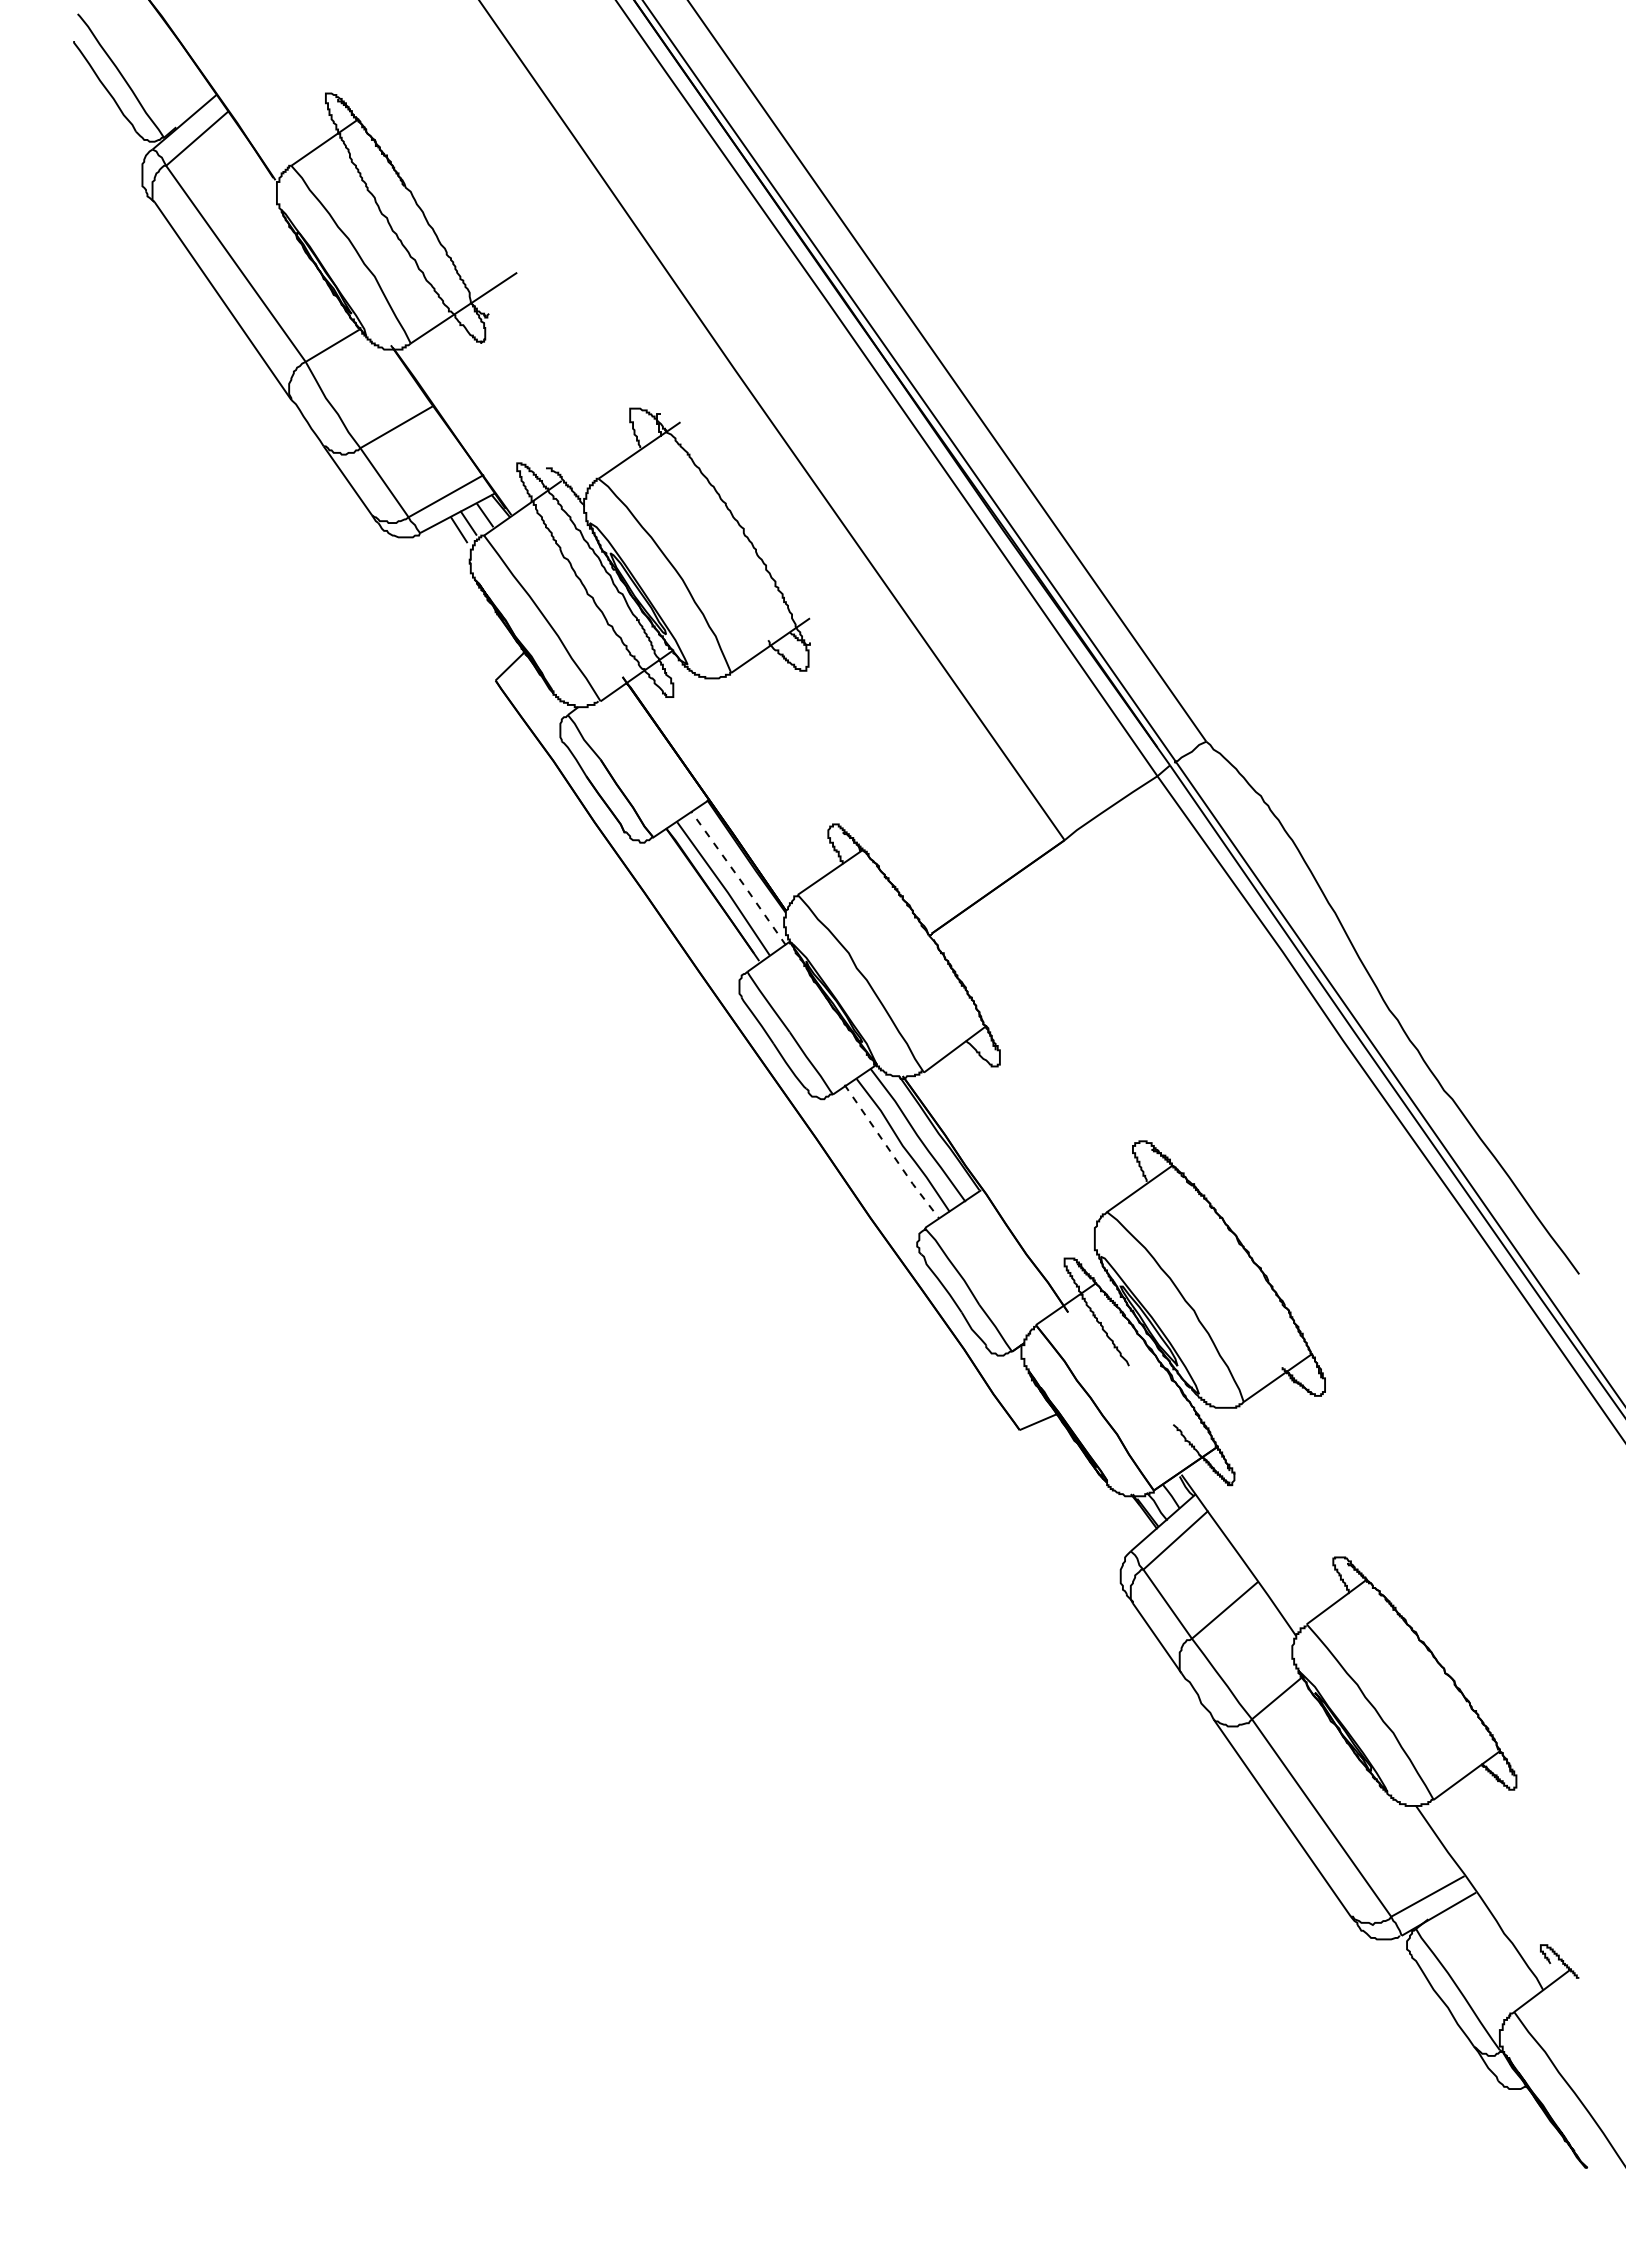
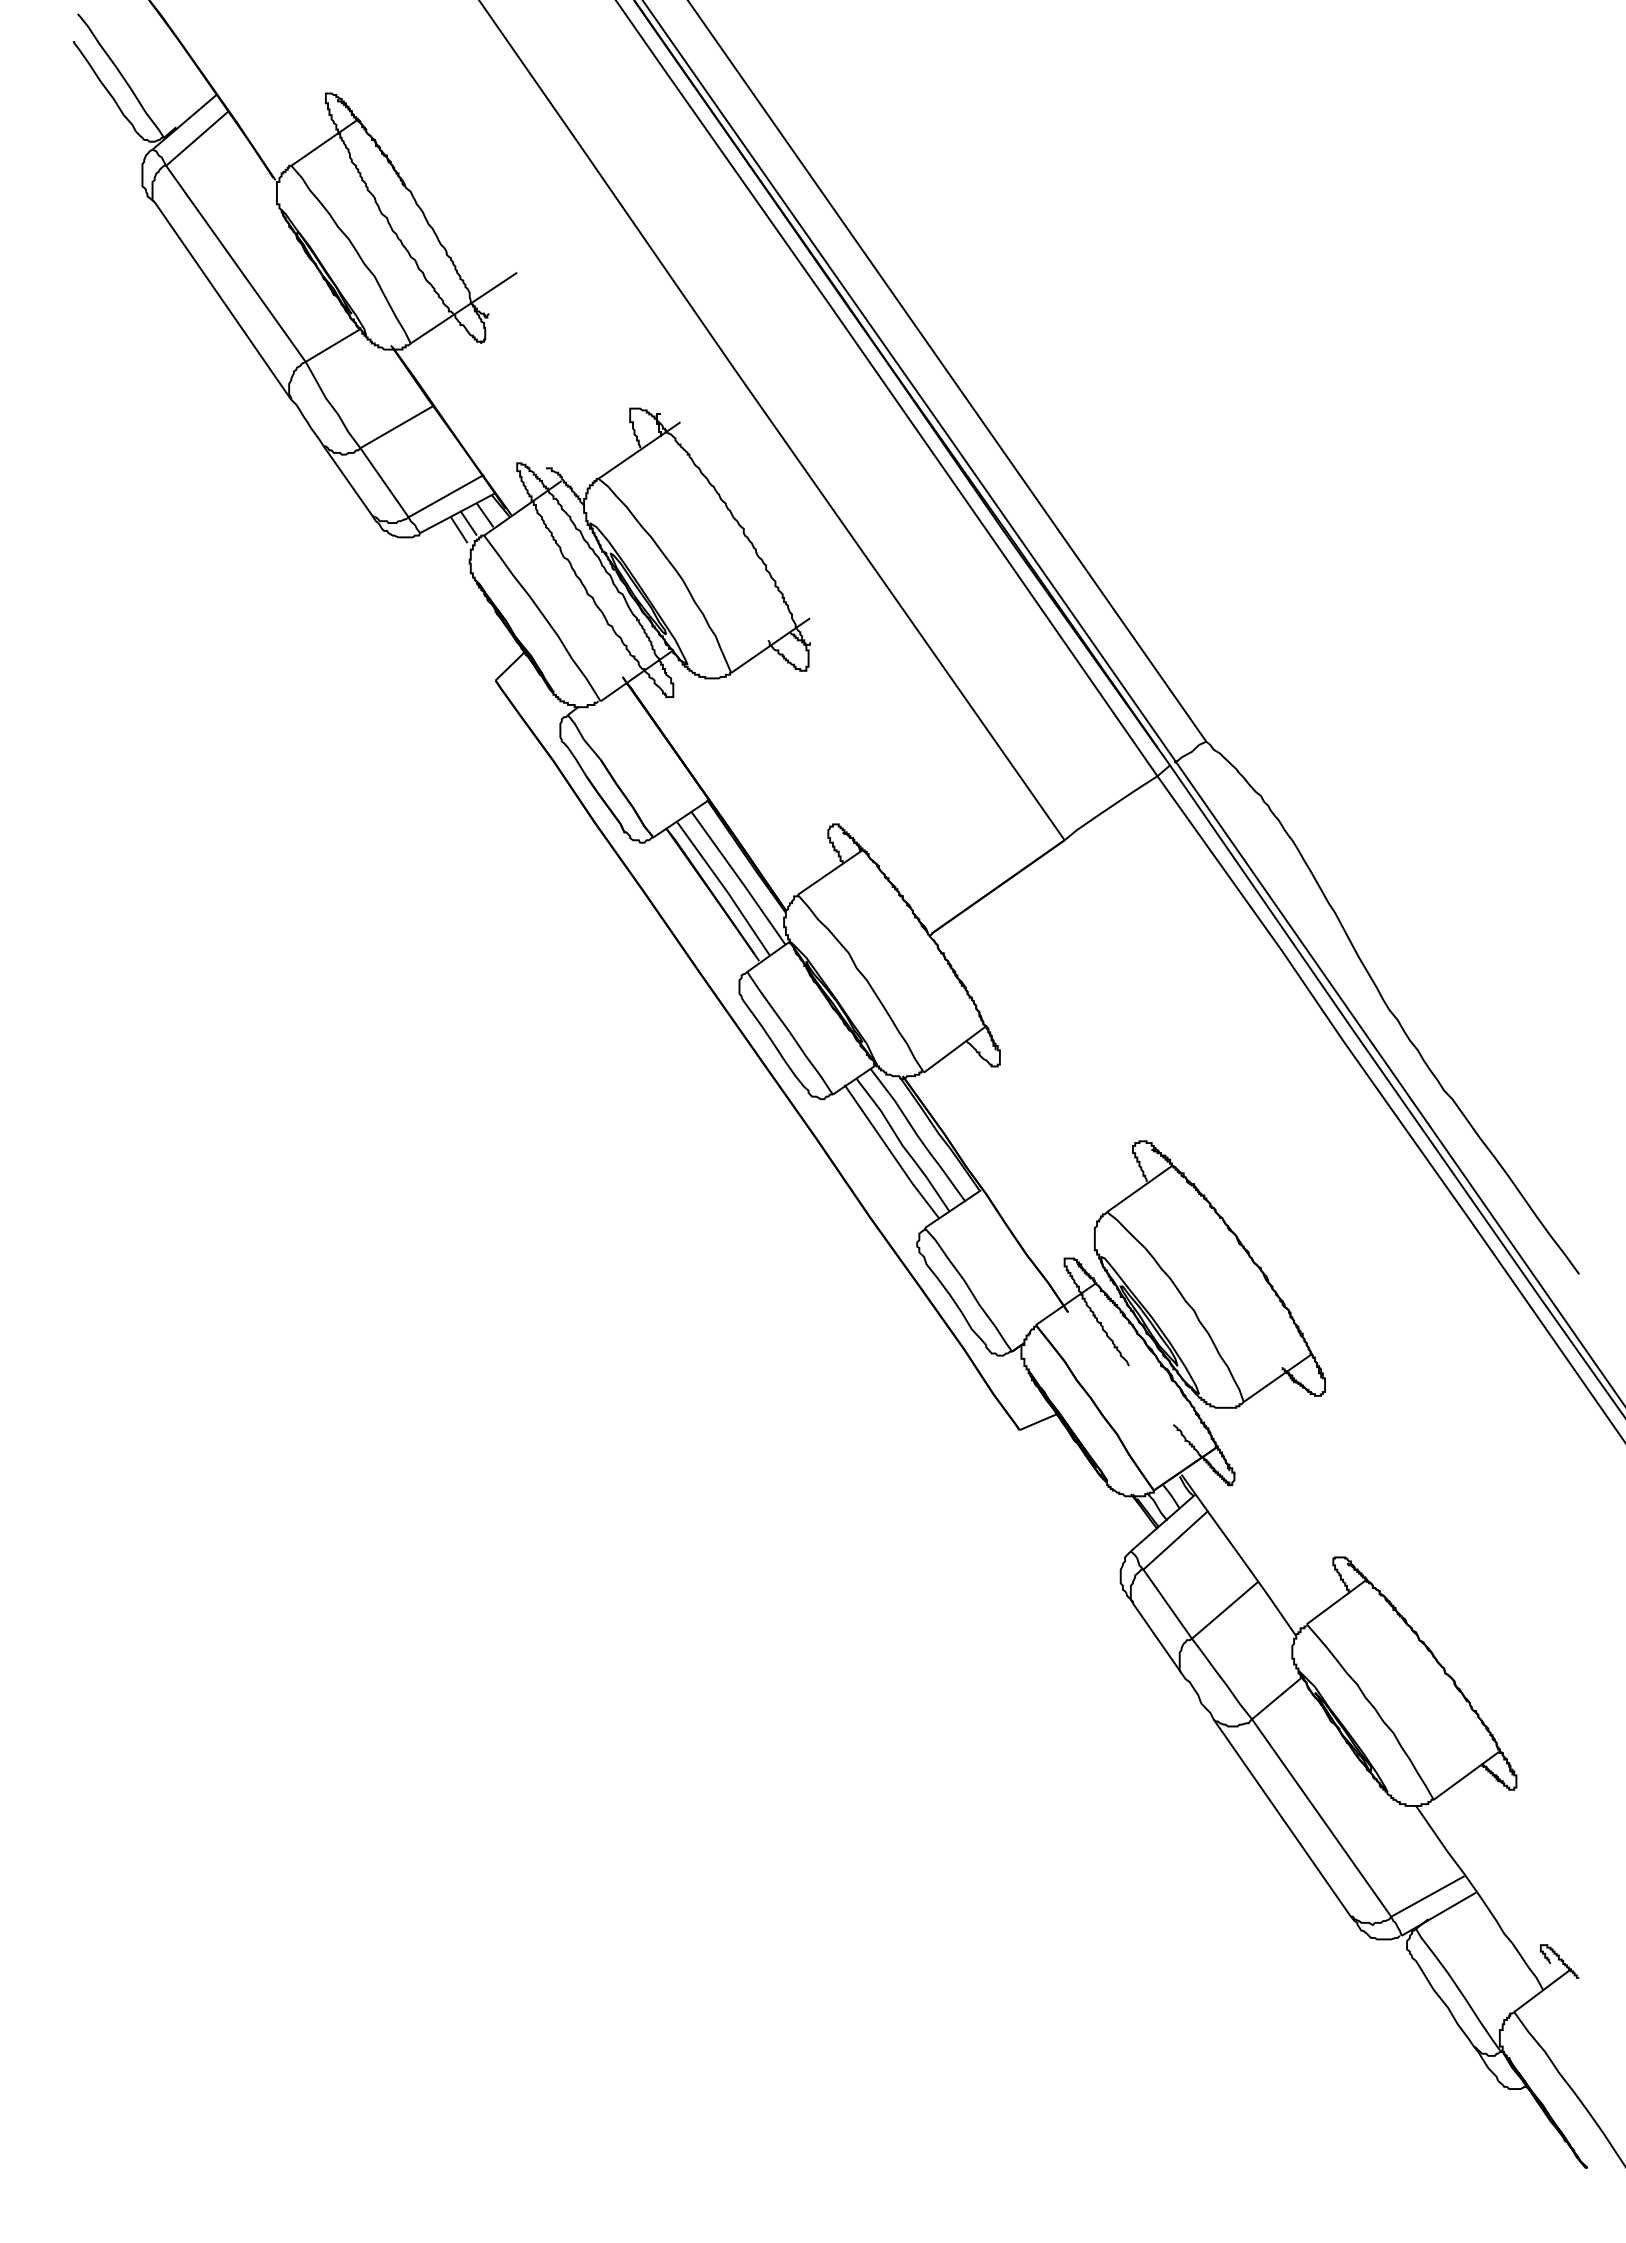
line at (739, 878): dashed -> solid
line at (891, 1152): dashed -> solid
